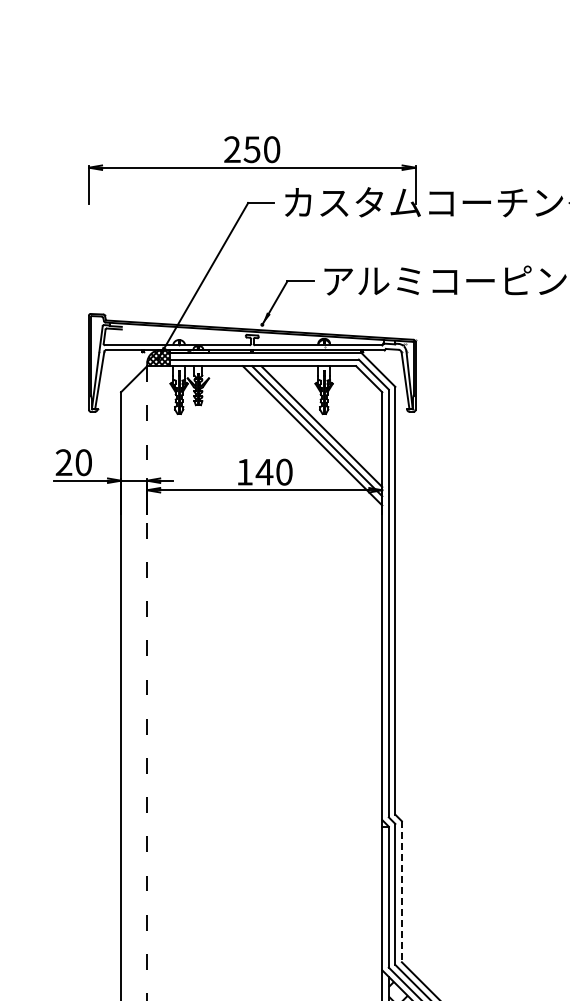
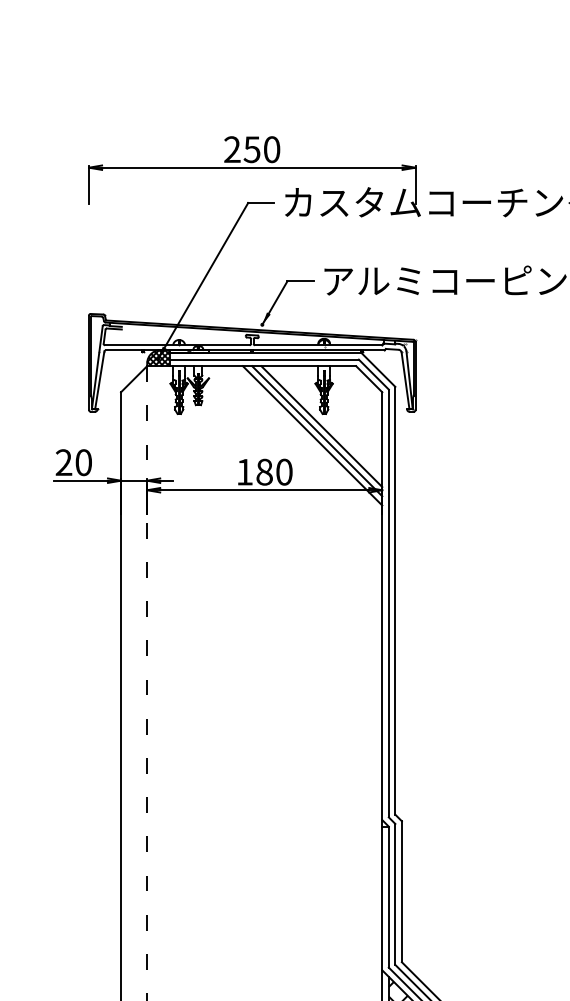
text at (264, 471): 140 -> 180
line at (401, 892): dashed -> solid
